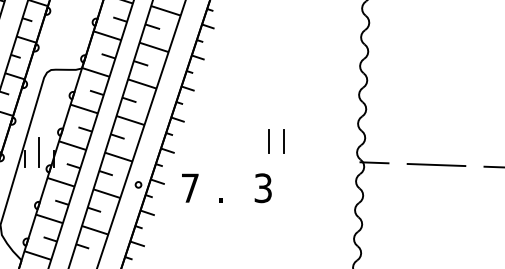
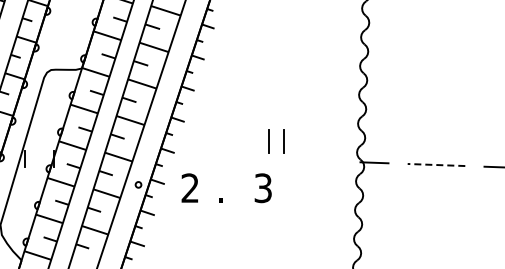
line at (39, 152): present -> none
line at (436, 165): solid -> dashed
text at (189, 187): 7 -> 2
